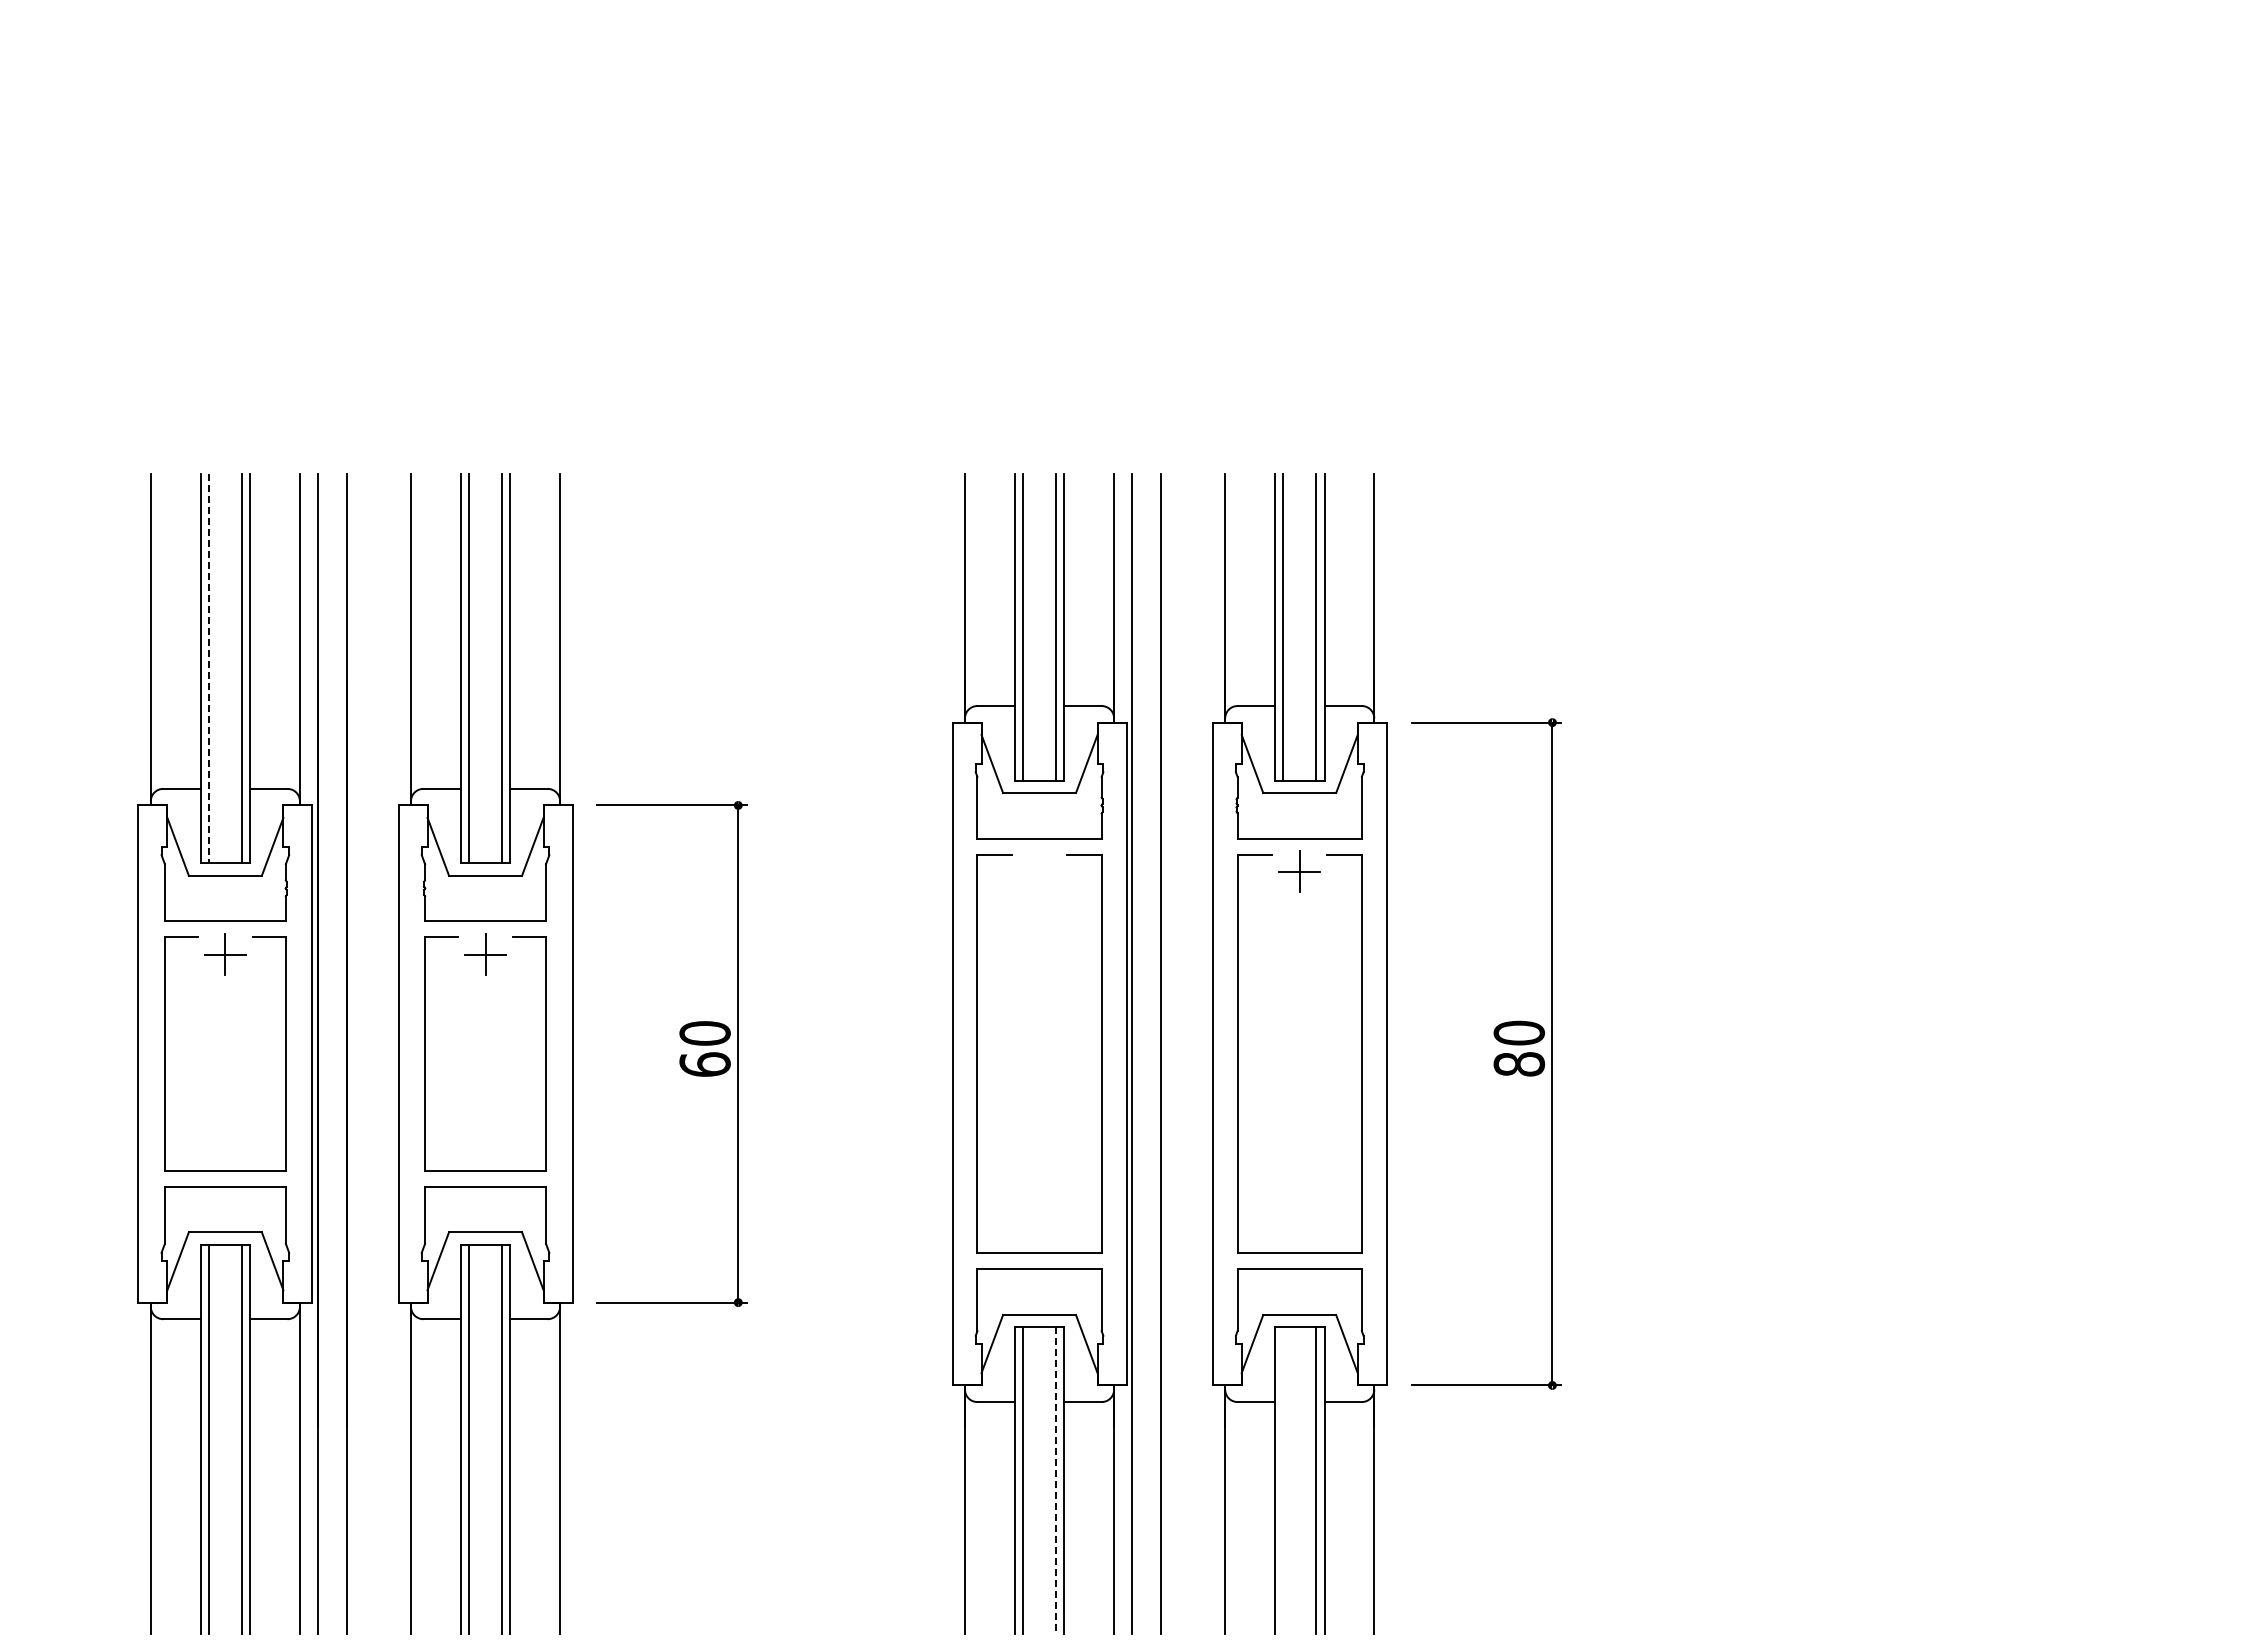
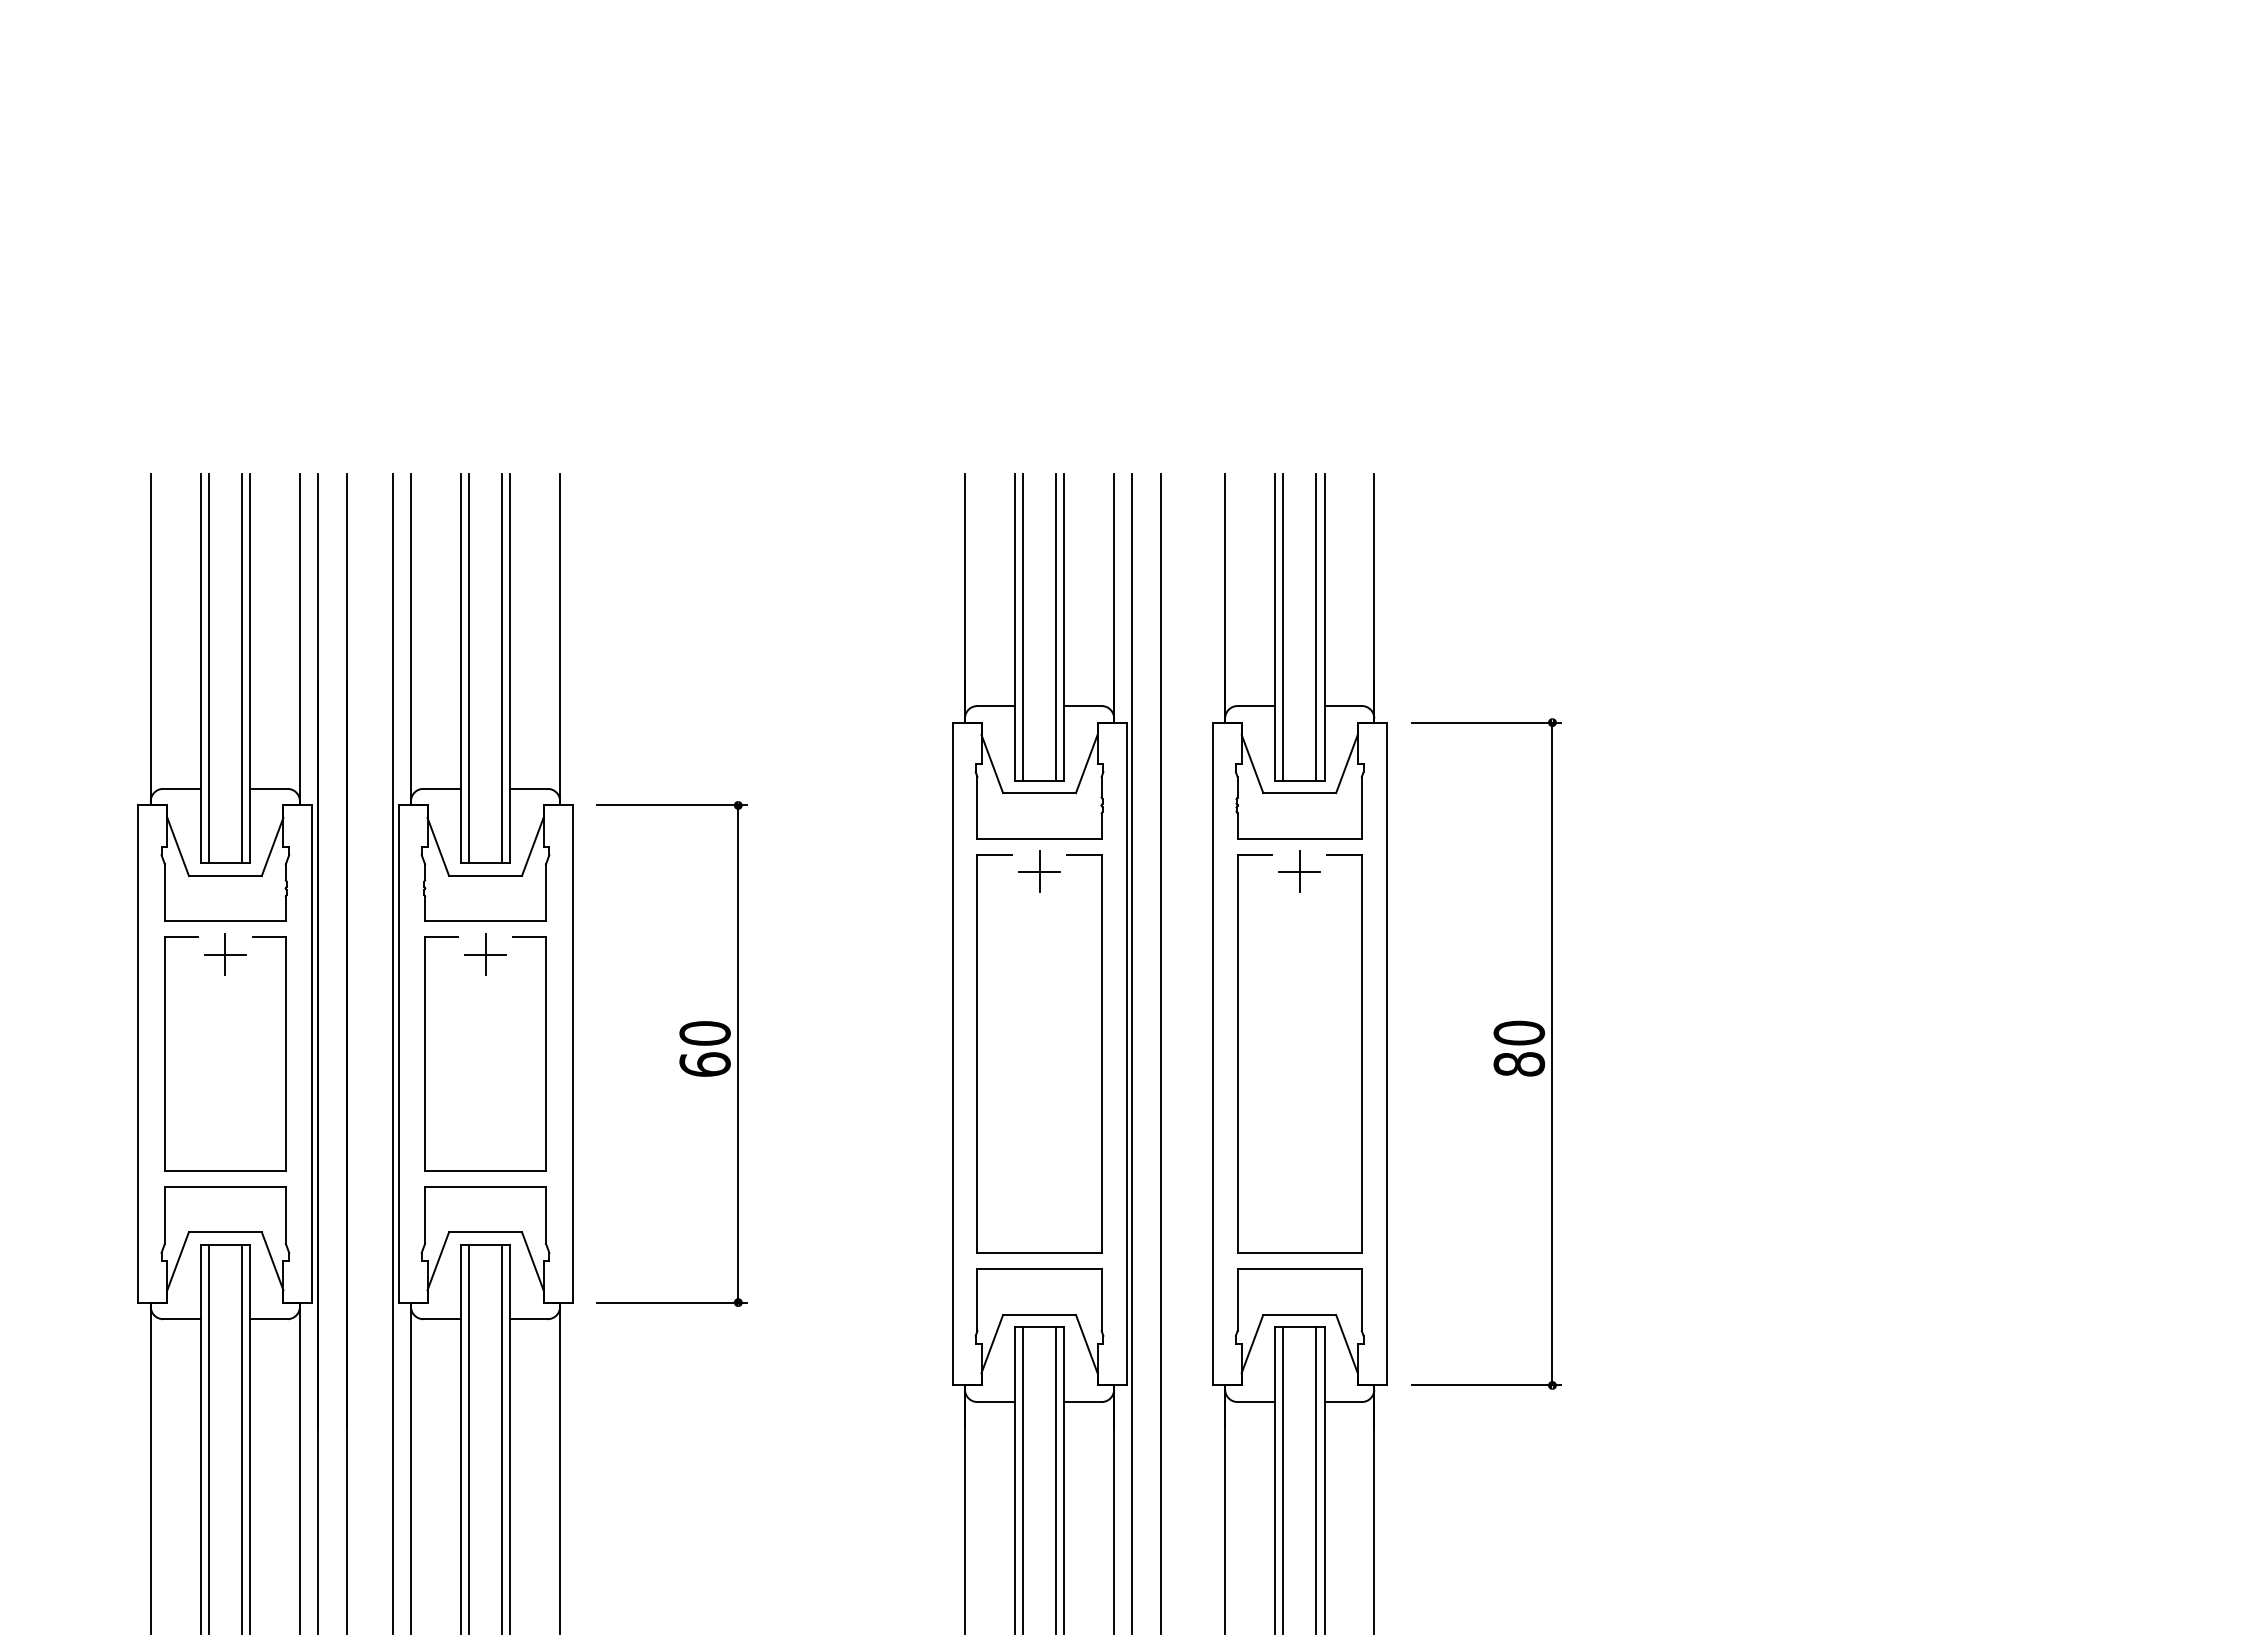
line at (208, 668): dashed -> solid
part at (1039, 871): none -> present
line at (392, 1054): none -> present
line at (1283, 1480): none -> present
line at (1056, 1481): dashed -> solid
